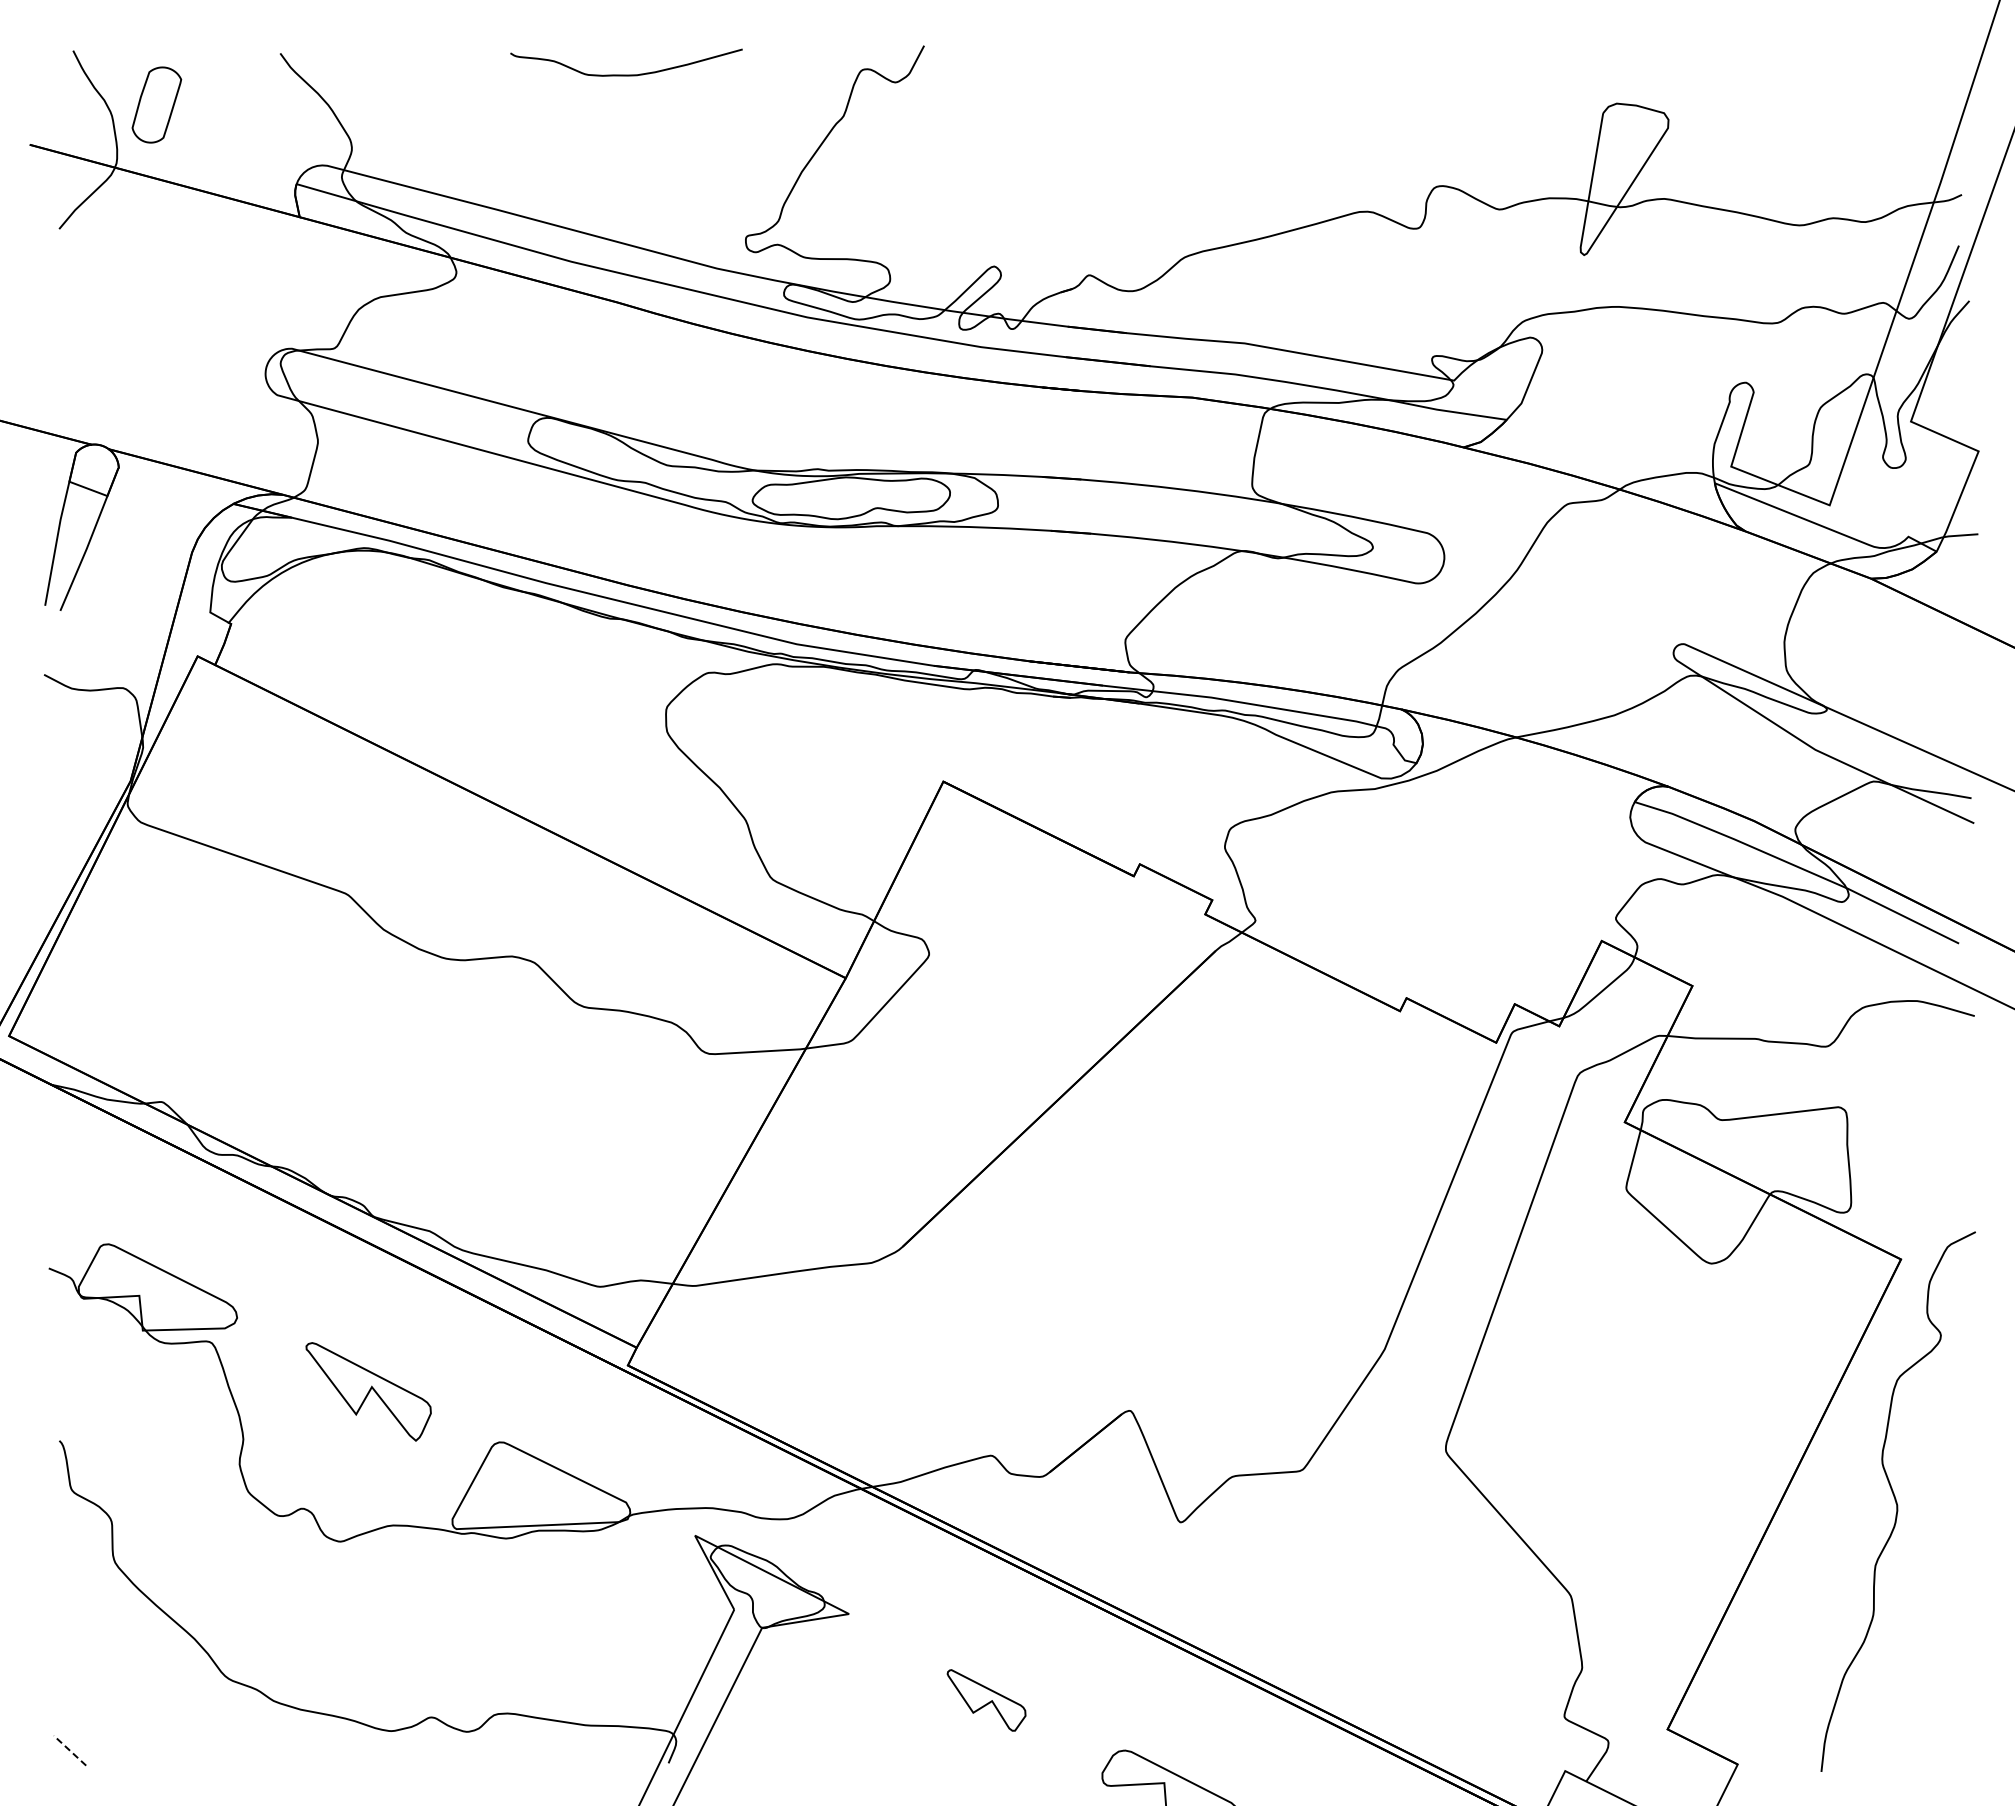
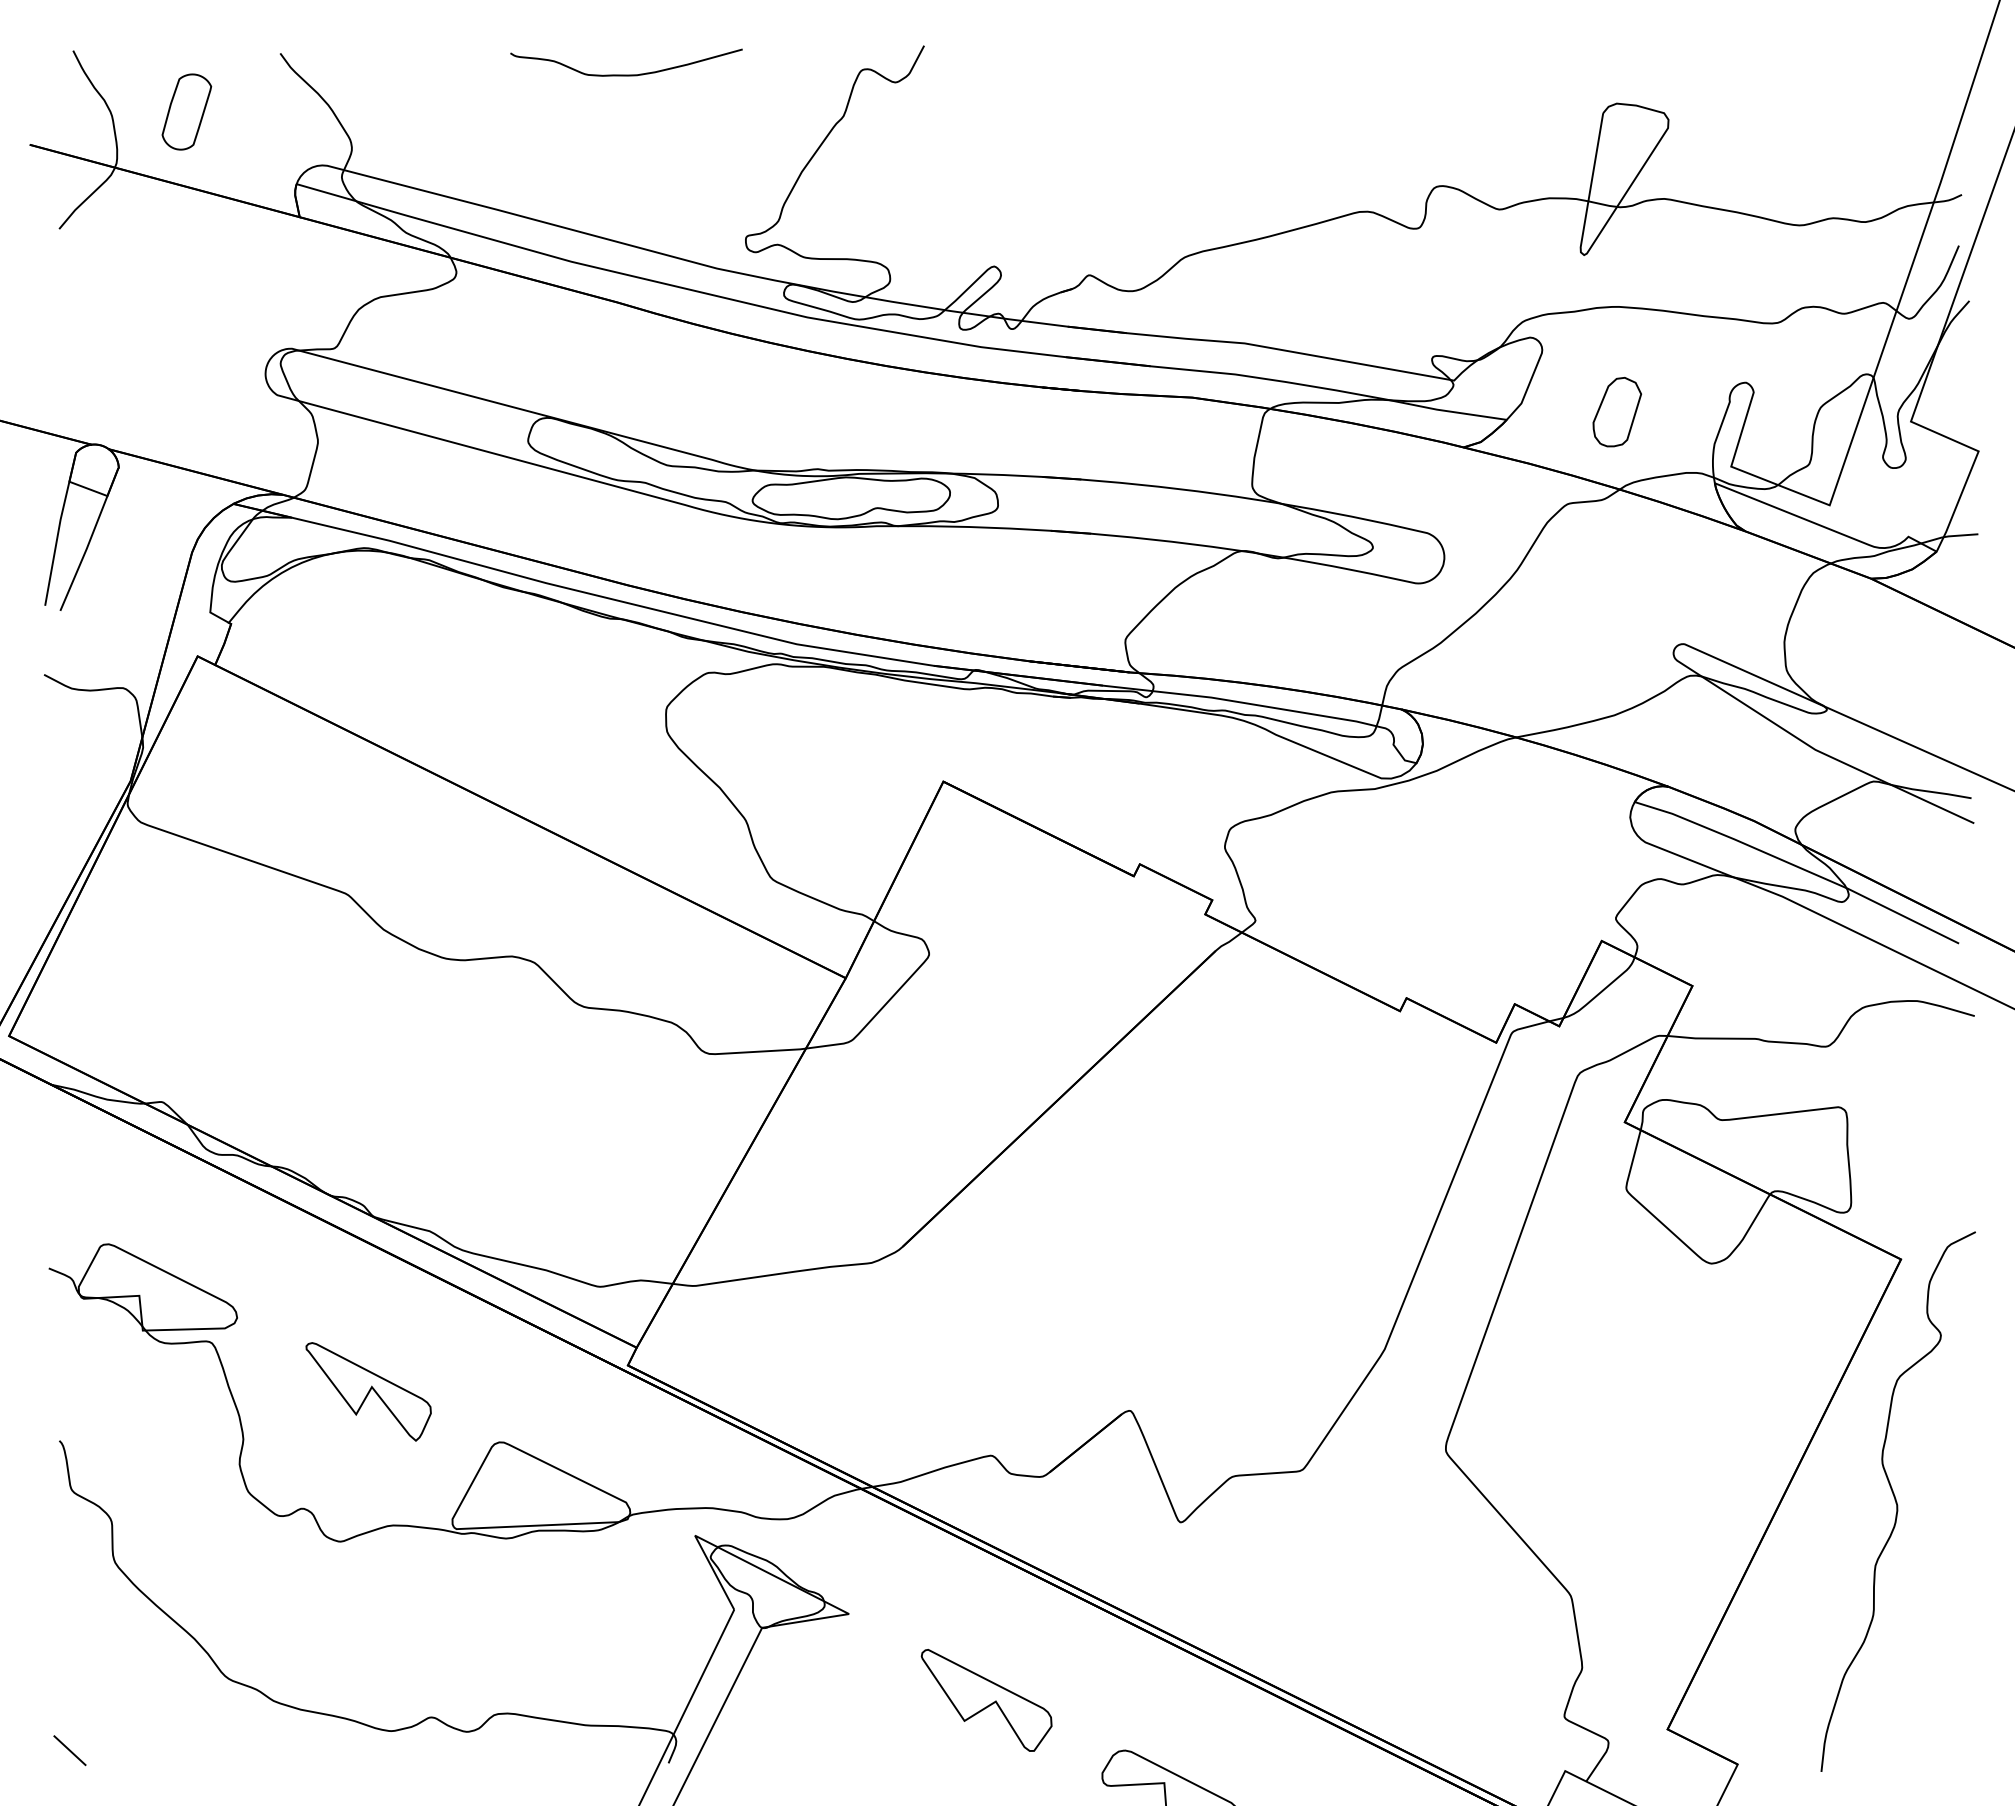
part at (156, 104) position: (156, 104) -> (186, 111)
part at (1617, 412): none -> present
part at (986, 1700) size: 81x63 px -> 133x103 px
line at (69, 1750): dashed -> solid
